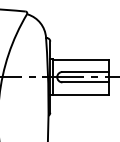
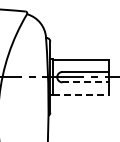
line at (86, 82): solid -> dashed
line at (81, 94): solid -> dashed
